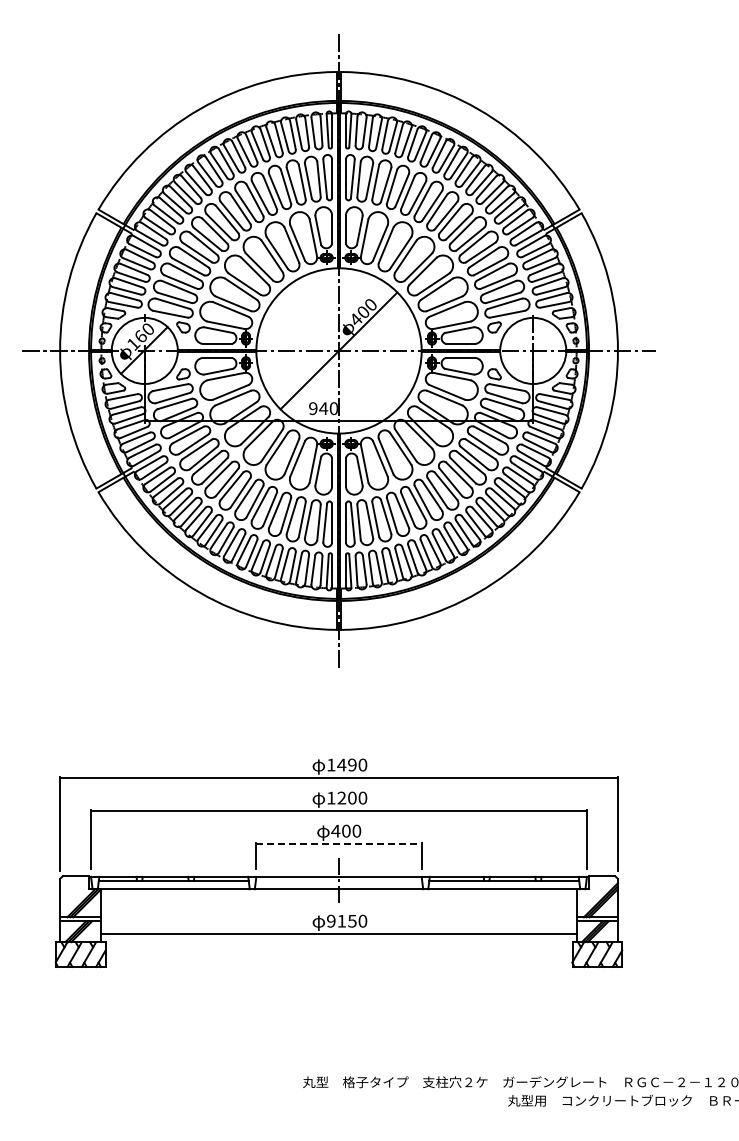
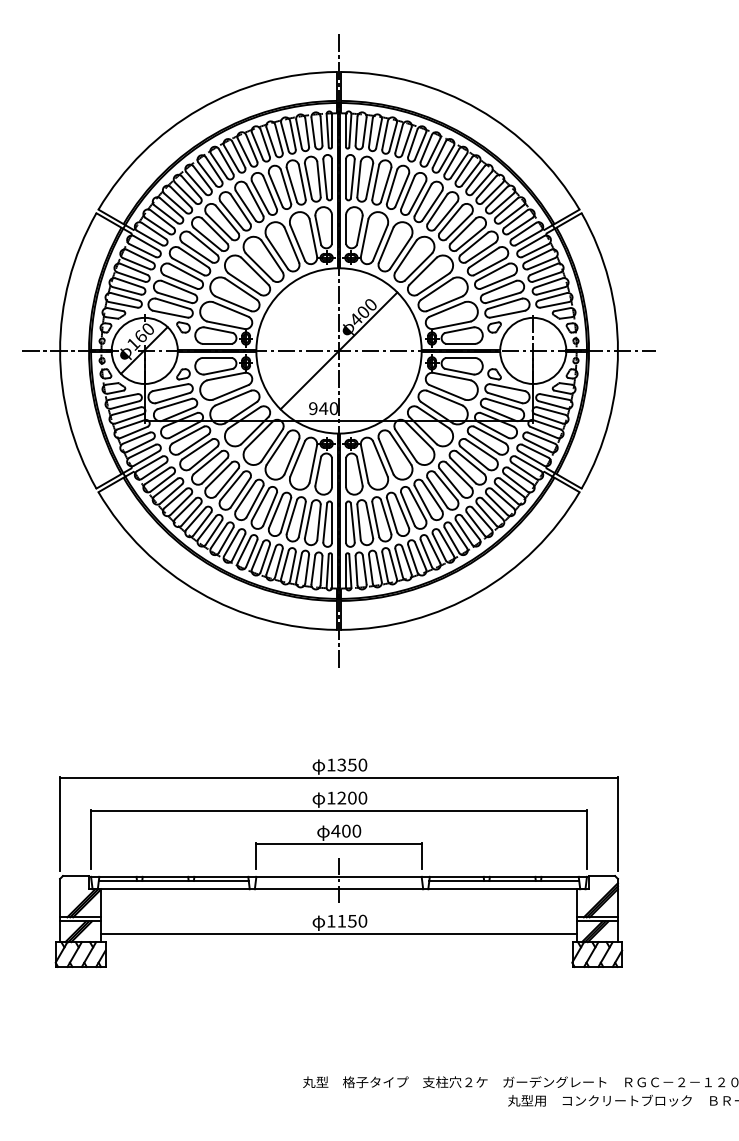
text at (346, 764): 1490 -> 1350
line at (339, 843): dashed -> solid
text at (331, 920): 9150 -> 1150
